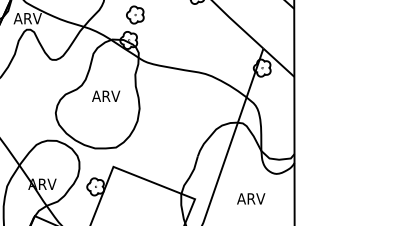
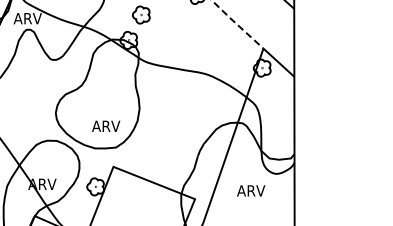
part at (135, 14) position: (135, 14) -> (141, 14)
line at (237, 24): solid -> dashed
text at (106, 95) position: (106, 95) -> (106, 125)
text at (251, 198) position: (251, 198) -> (251, 190)
